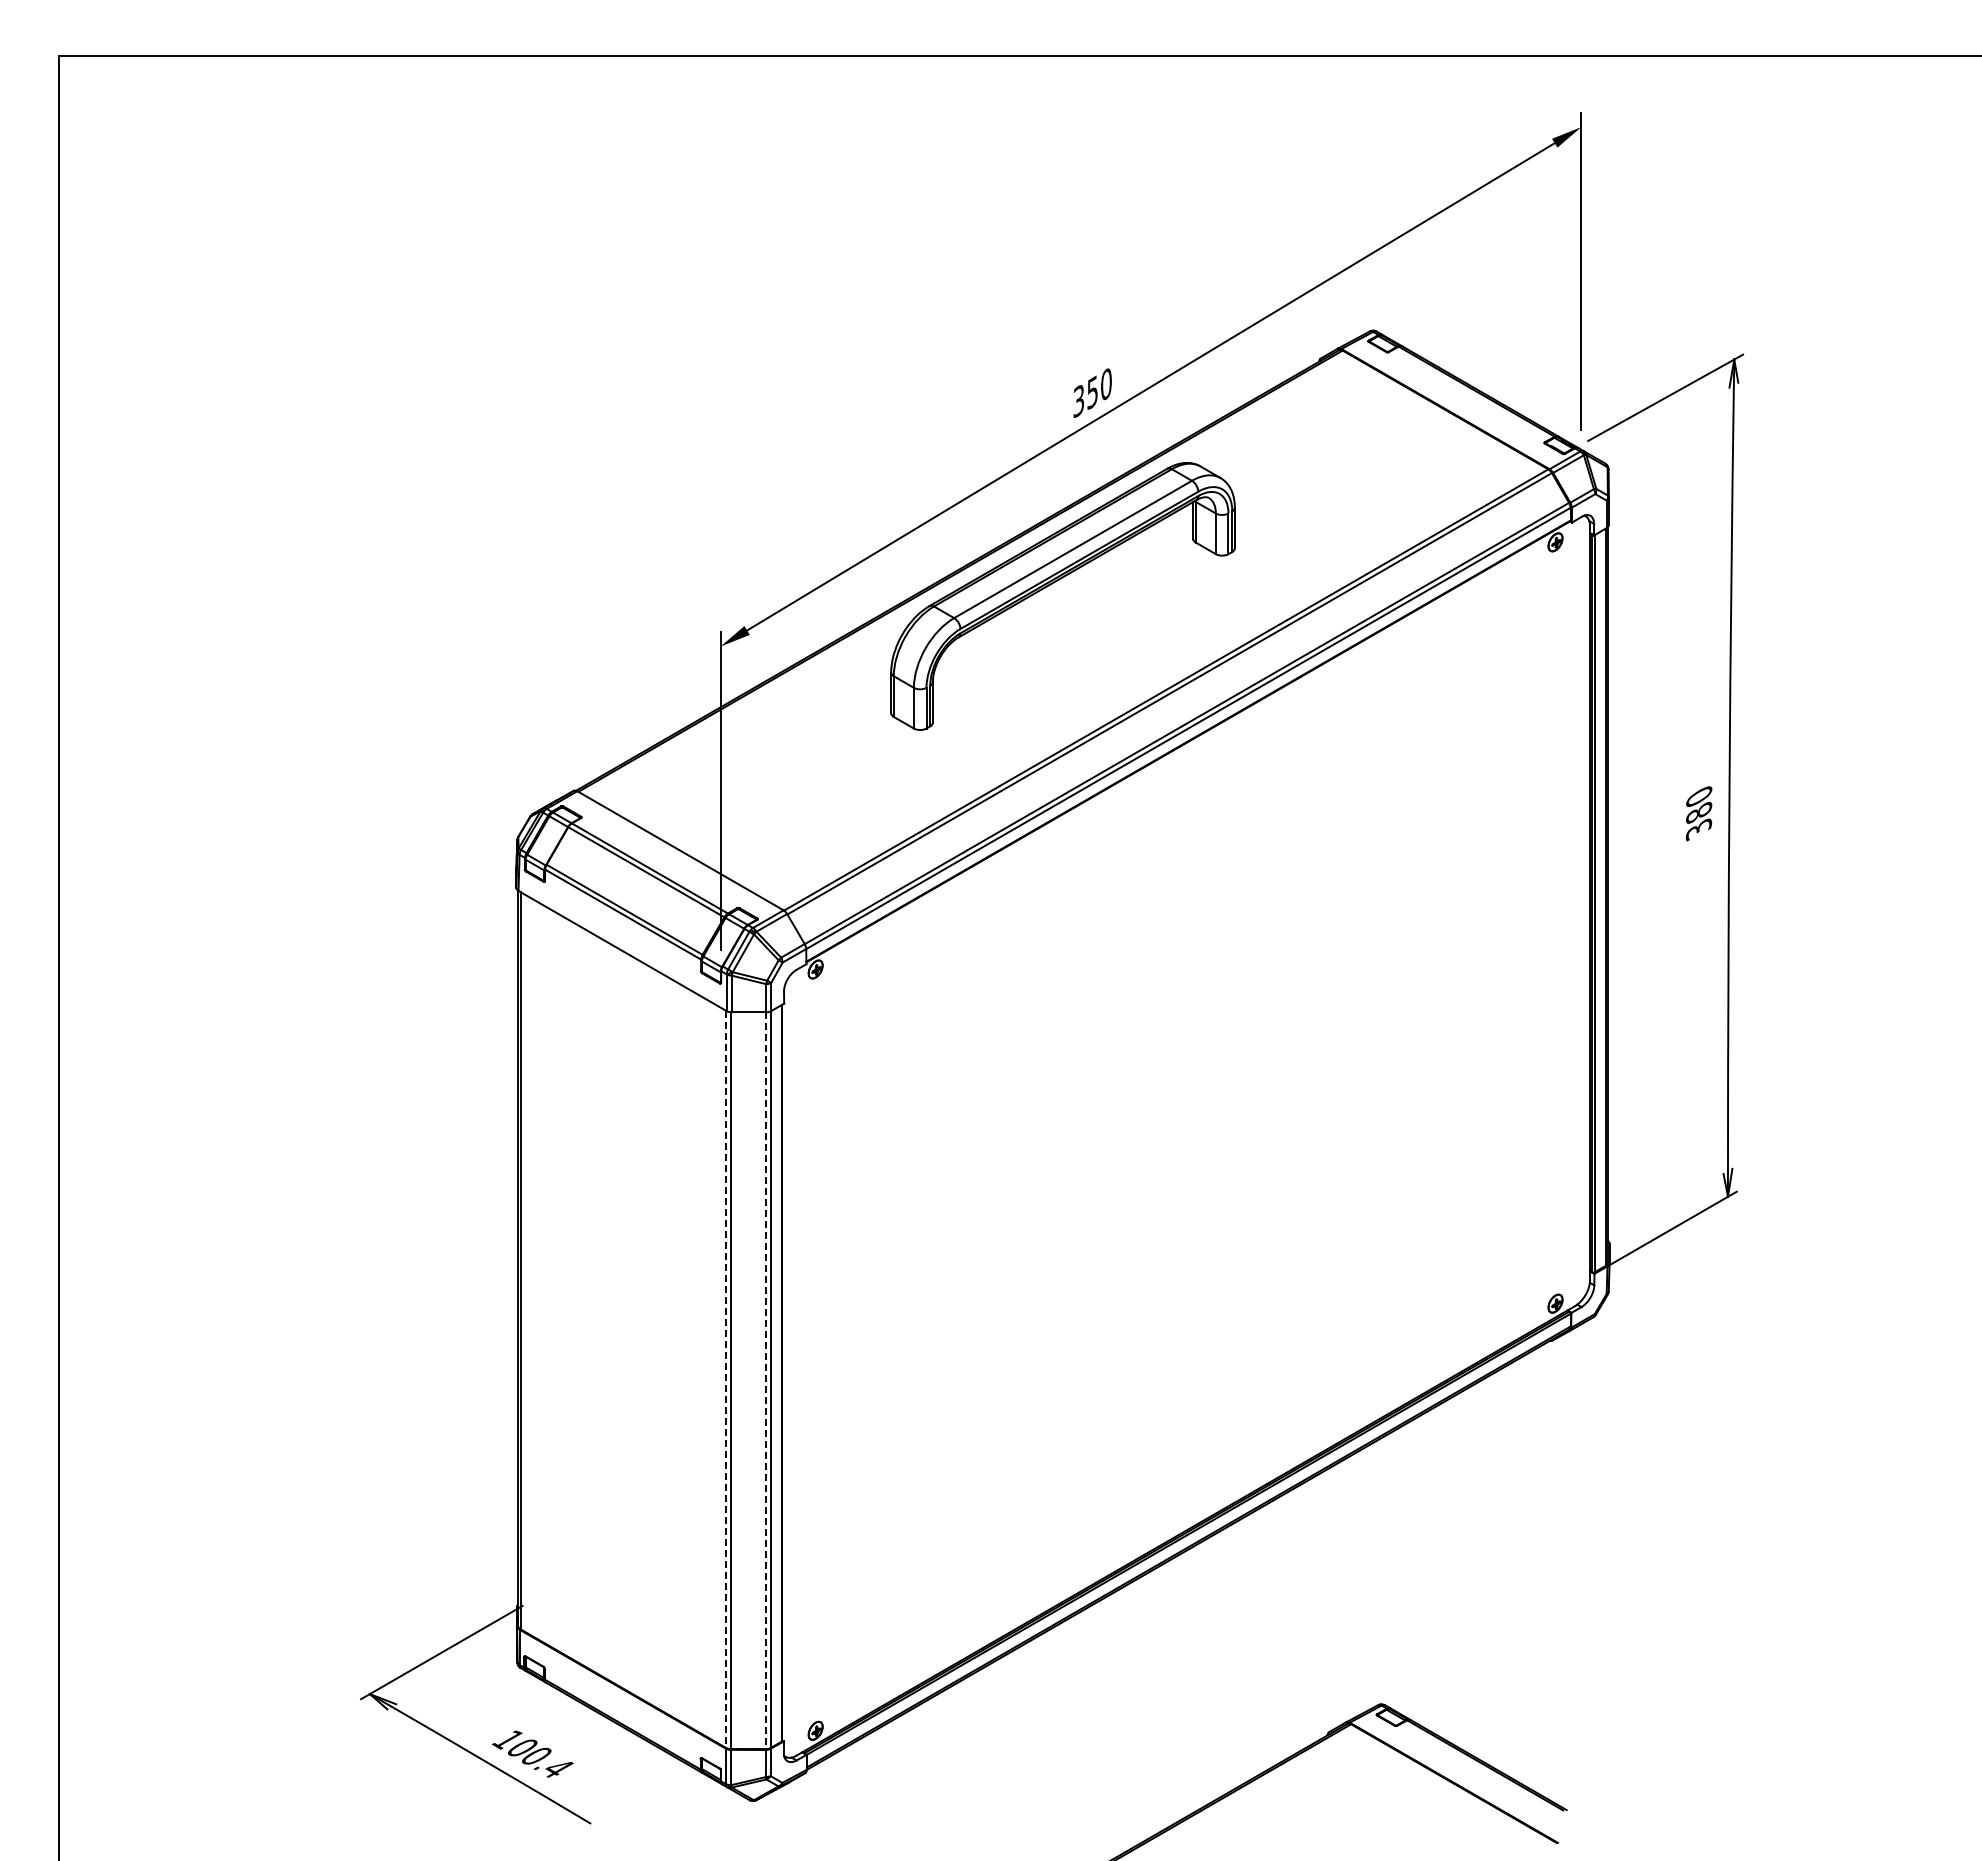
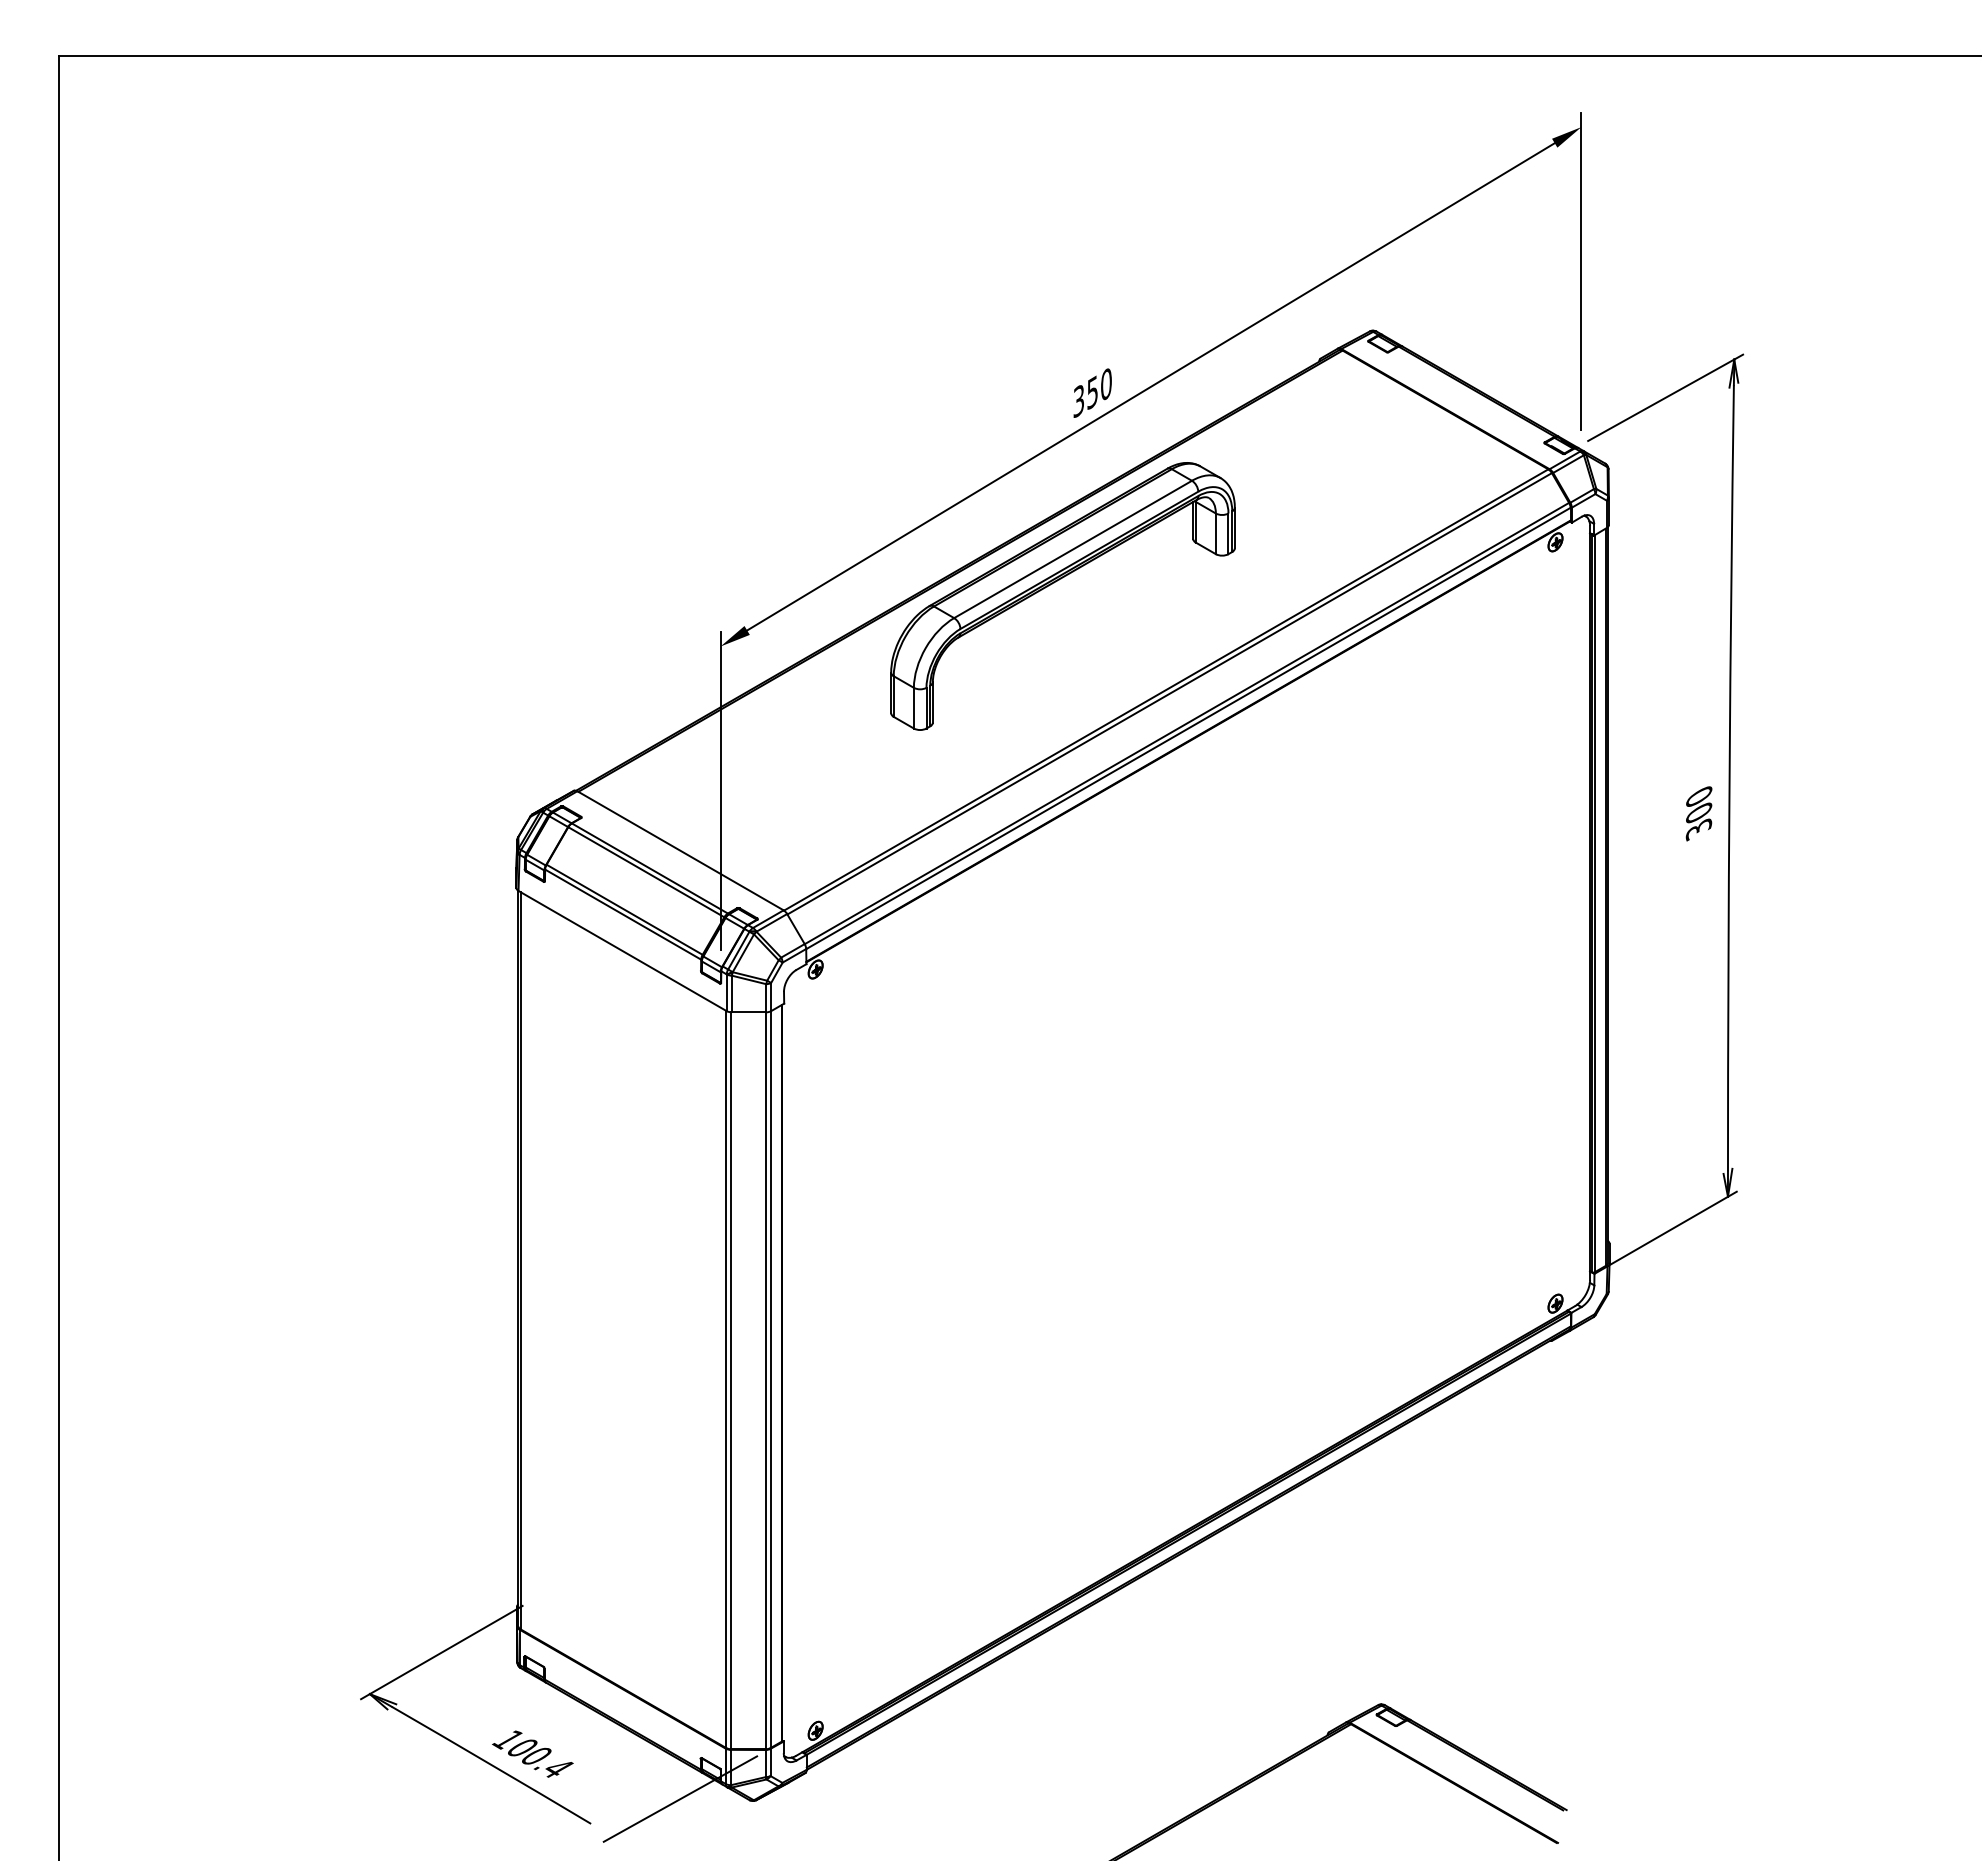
text at (1698, 812): 380 -> 300
line at (726, 1379): dashed -> solid
line at (765, 1381): dashed -> solid
line at (680, 1798): none -> present
